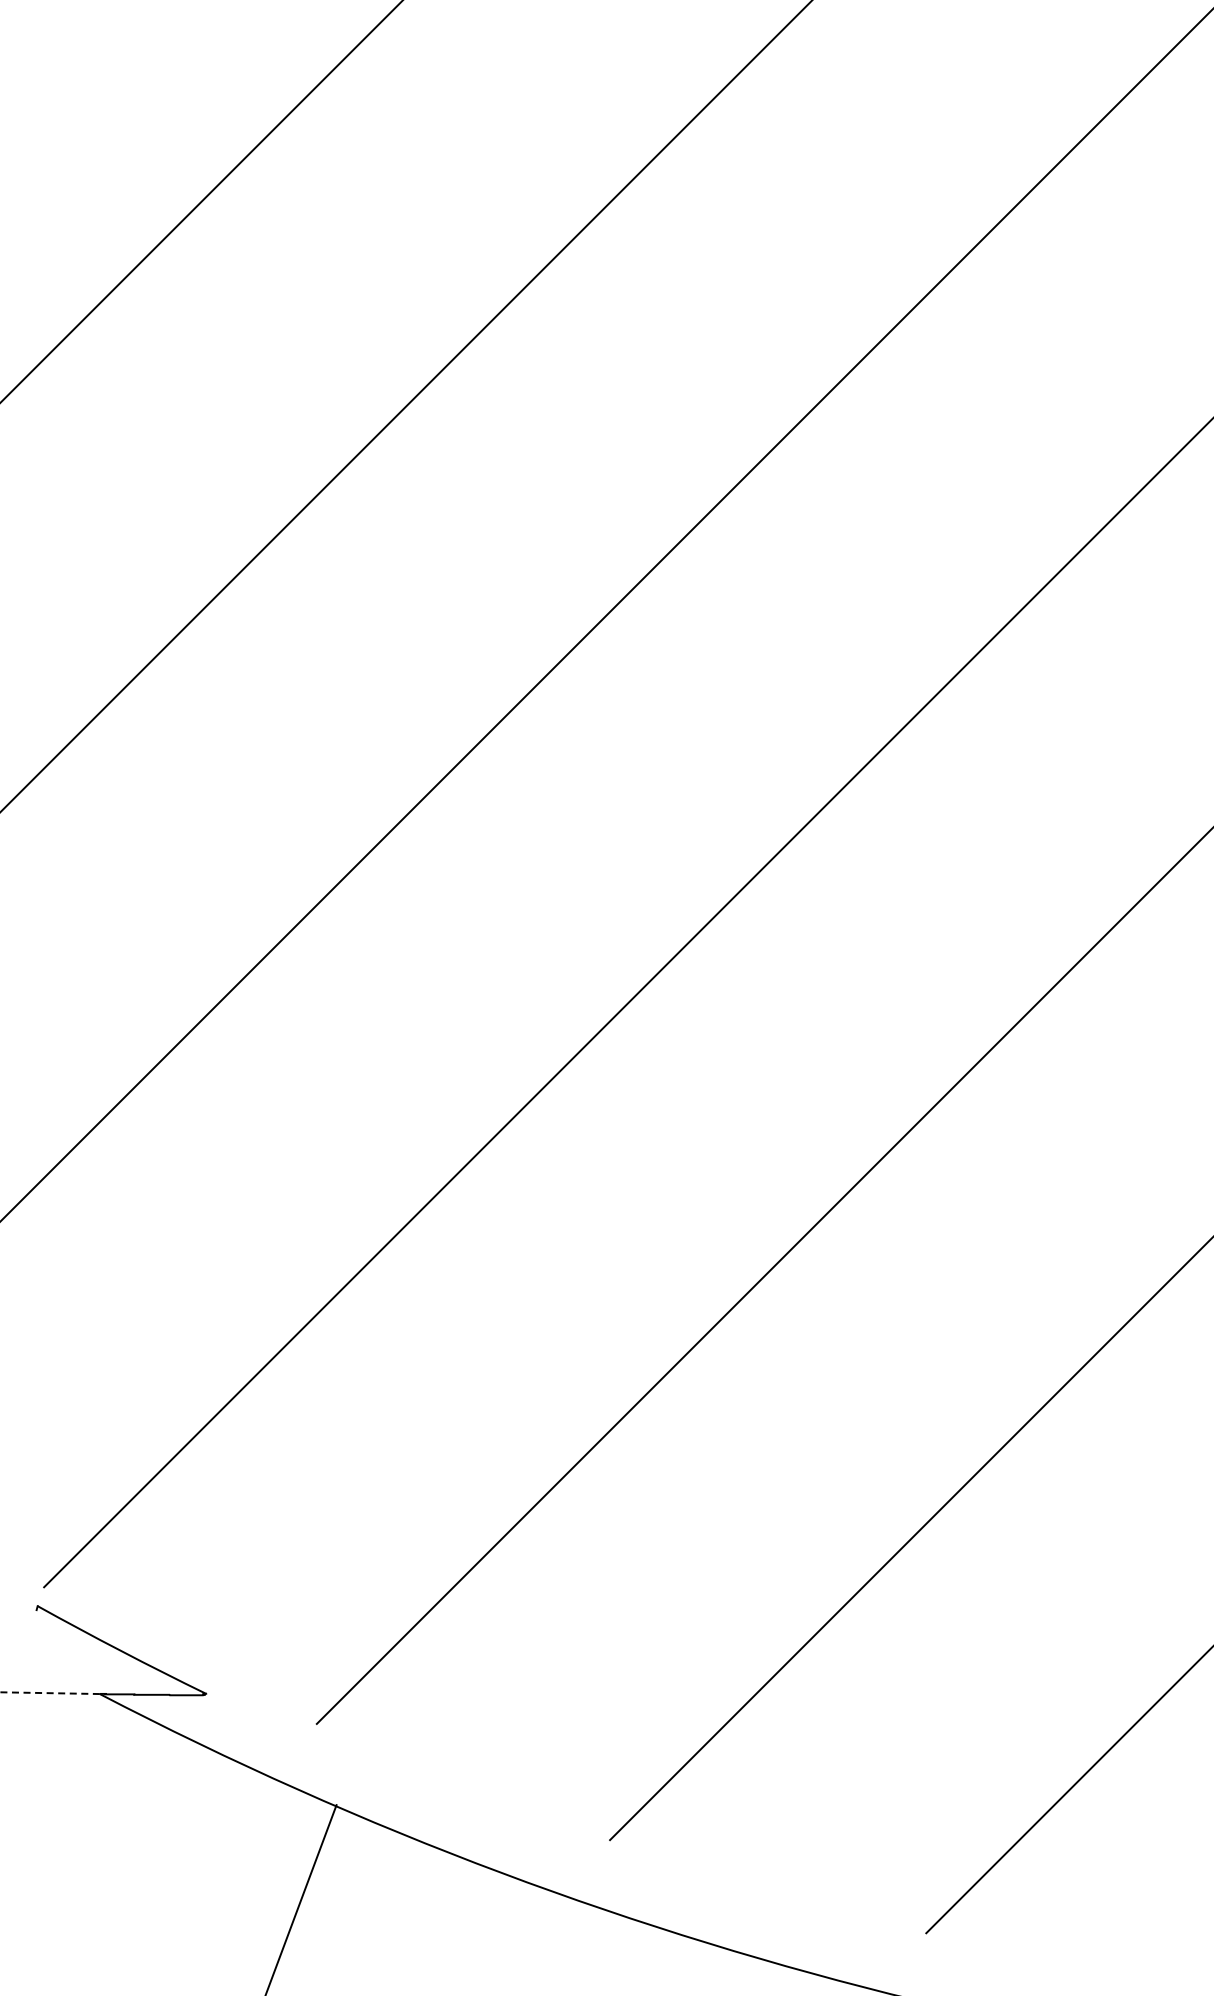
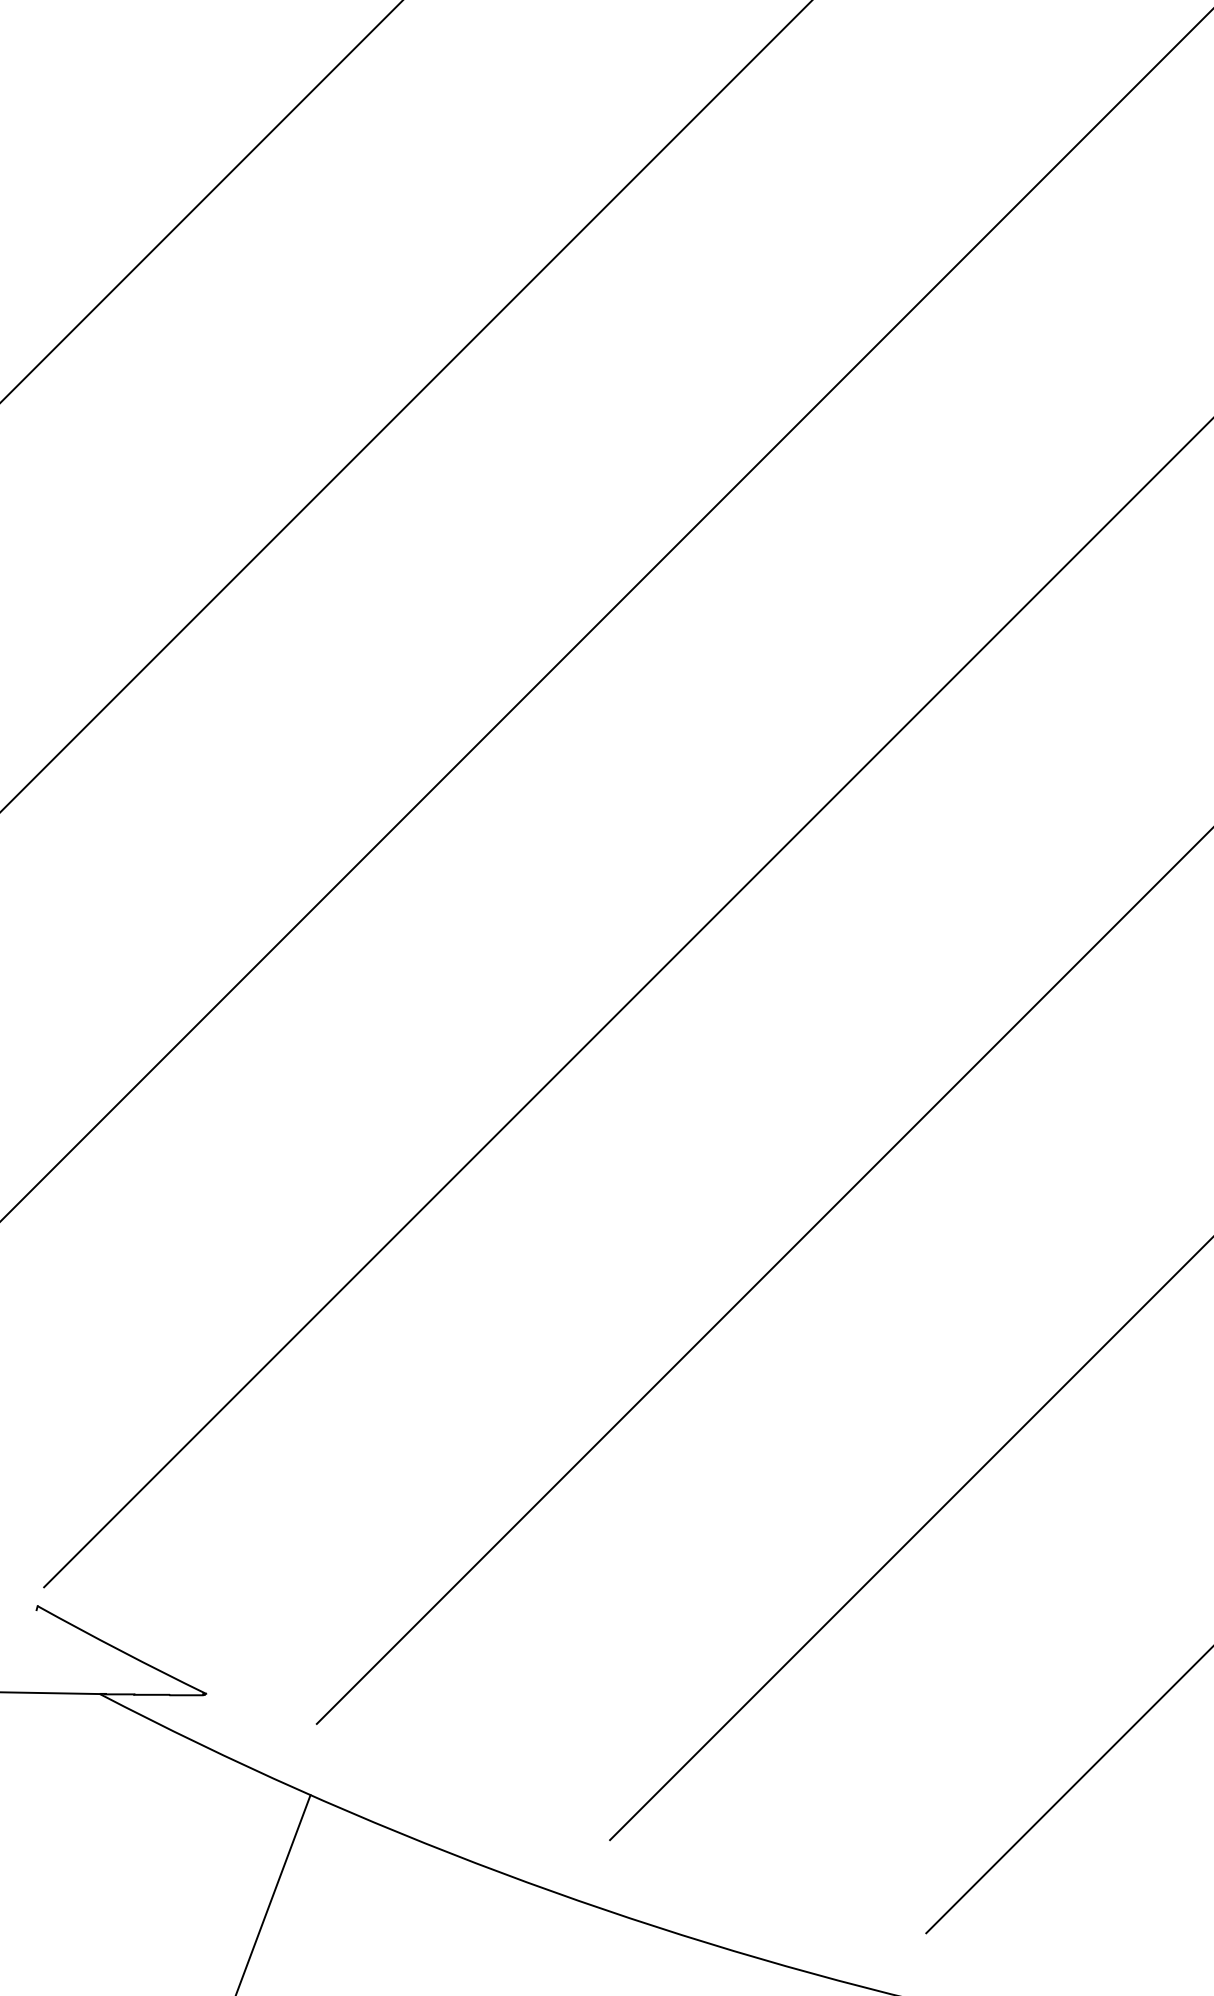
line at (49, 1693): dashed -> solid
line at (301, 1898) position: (301, 1898) -> (273, 1893)
